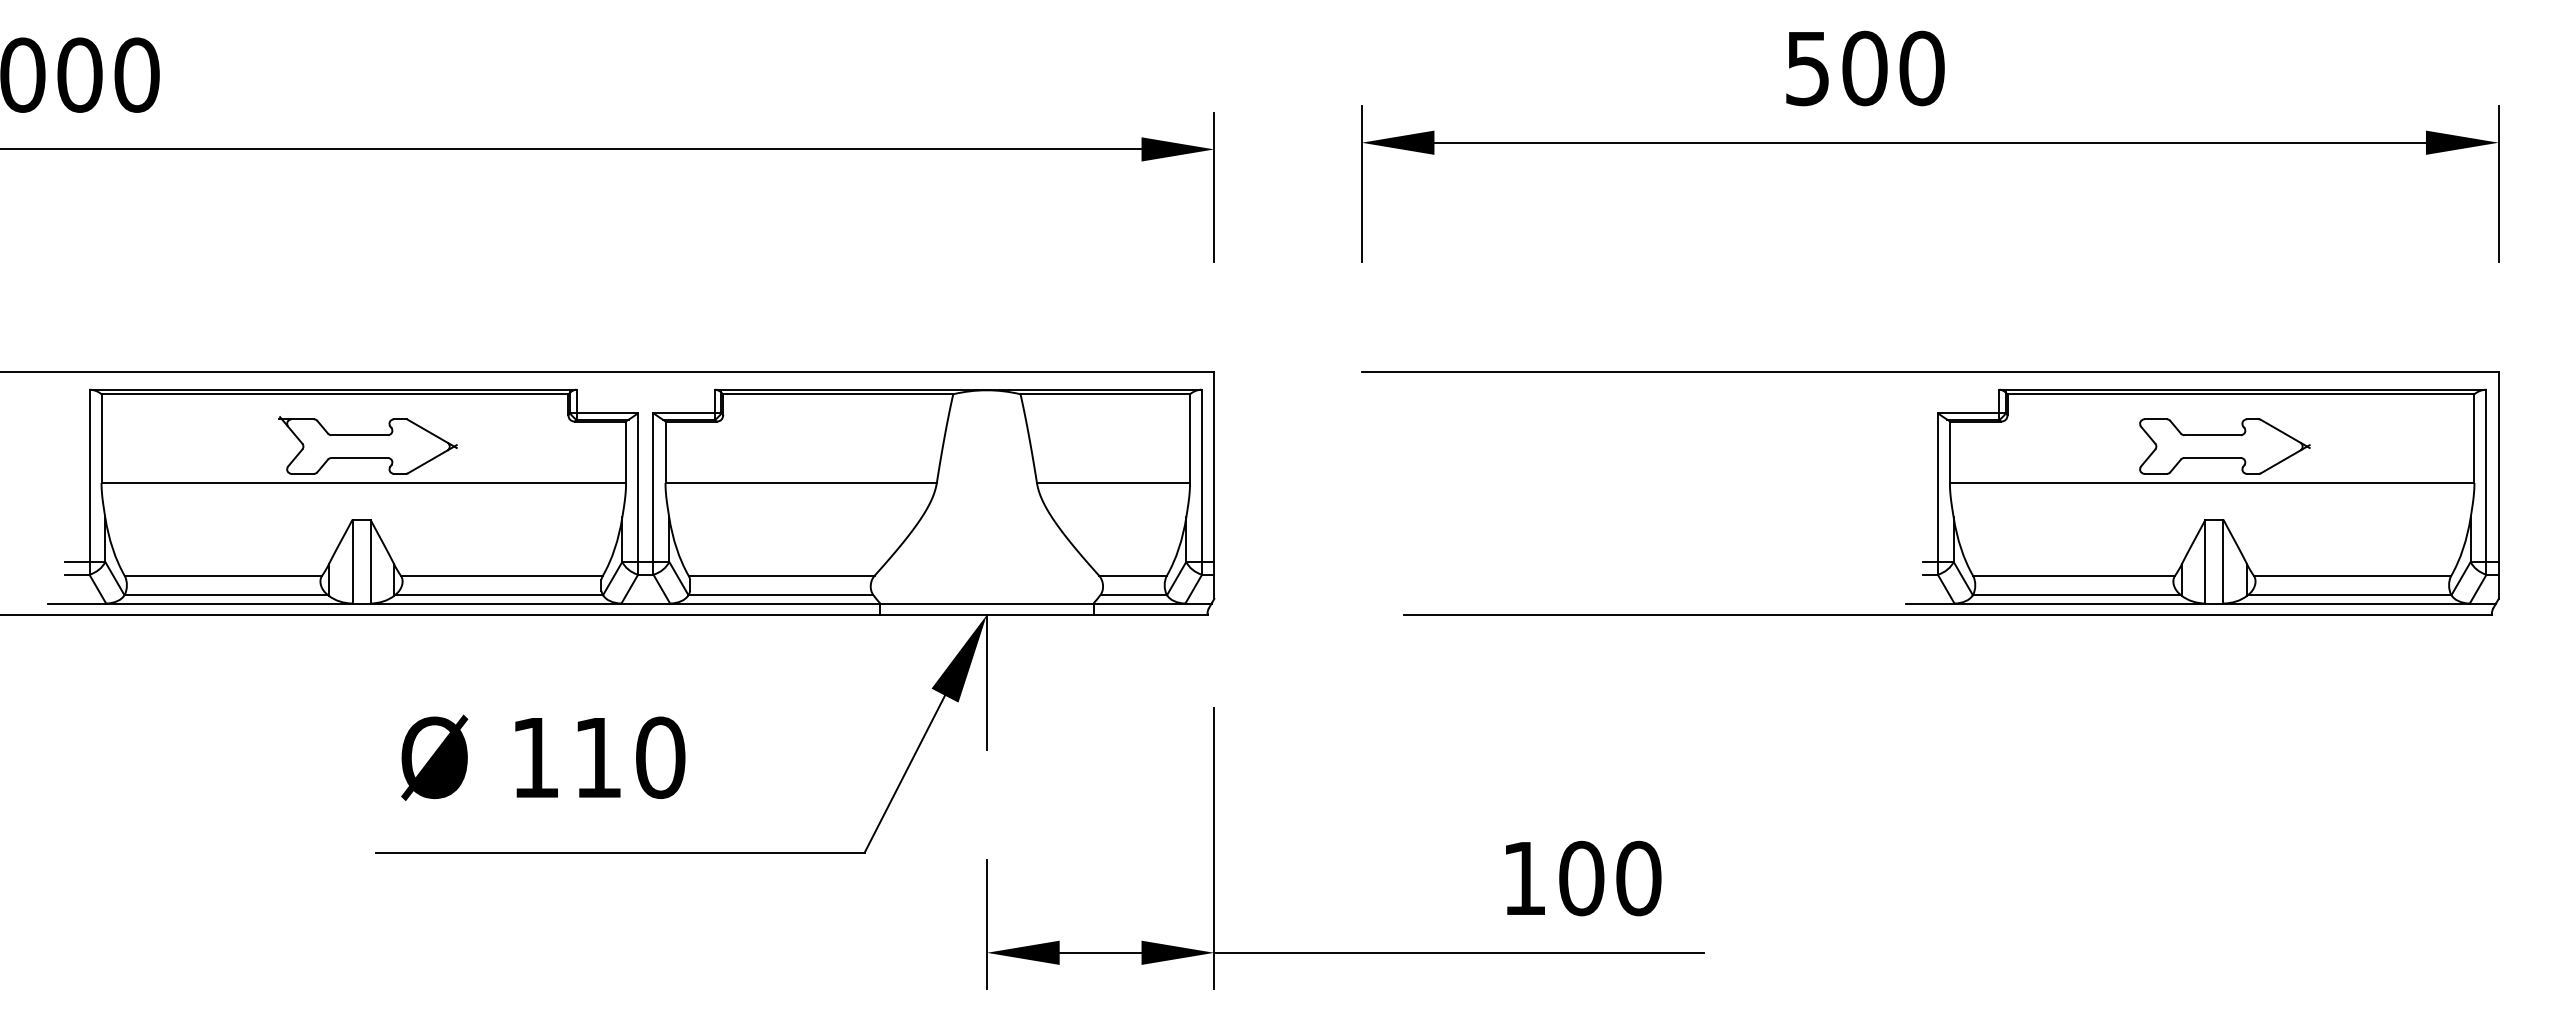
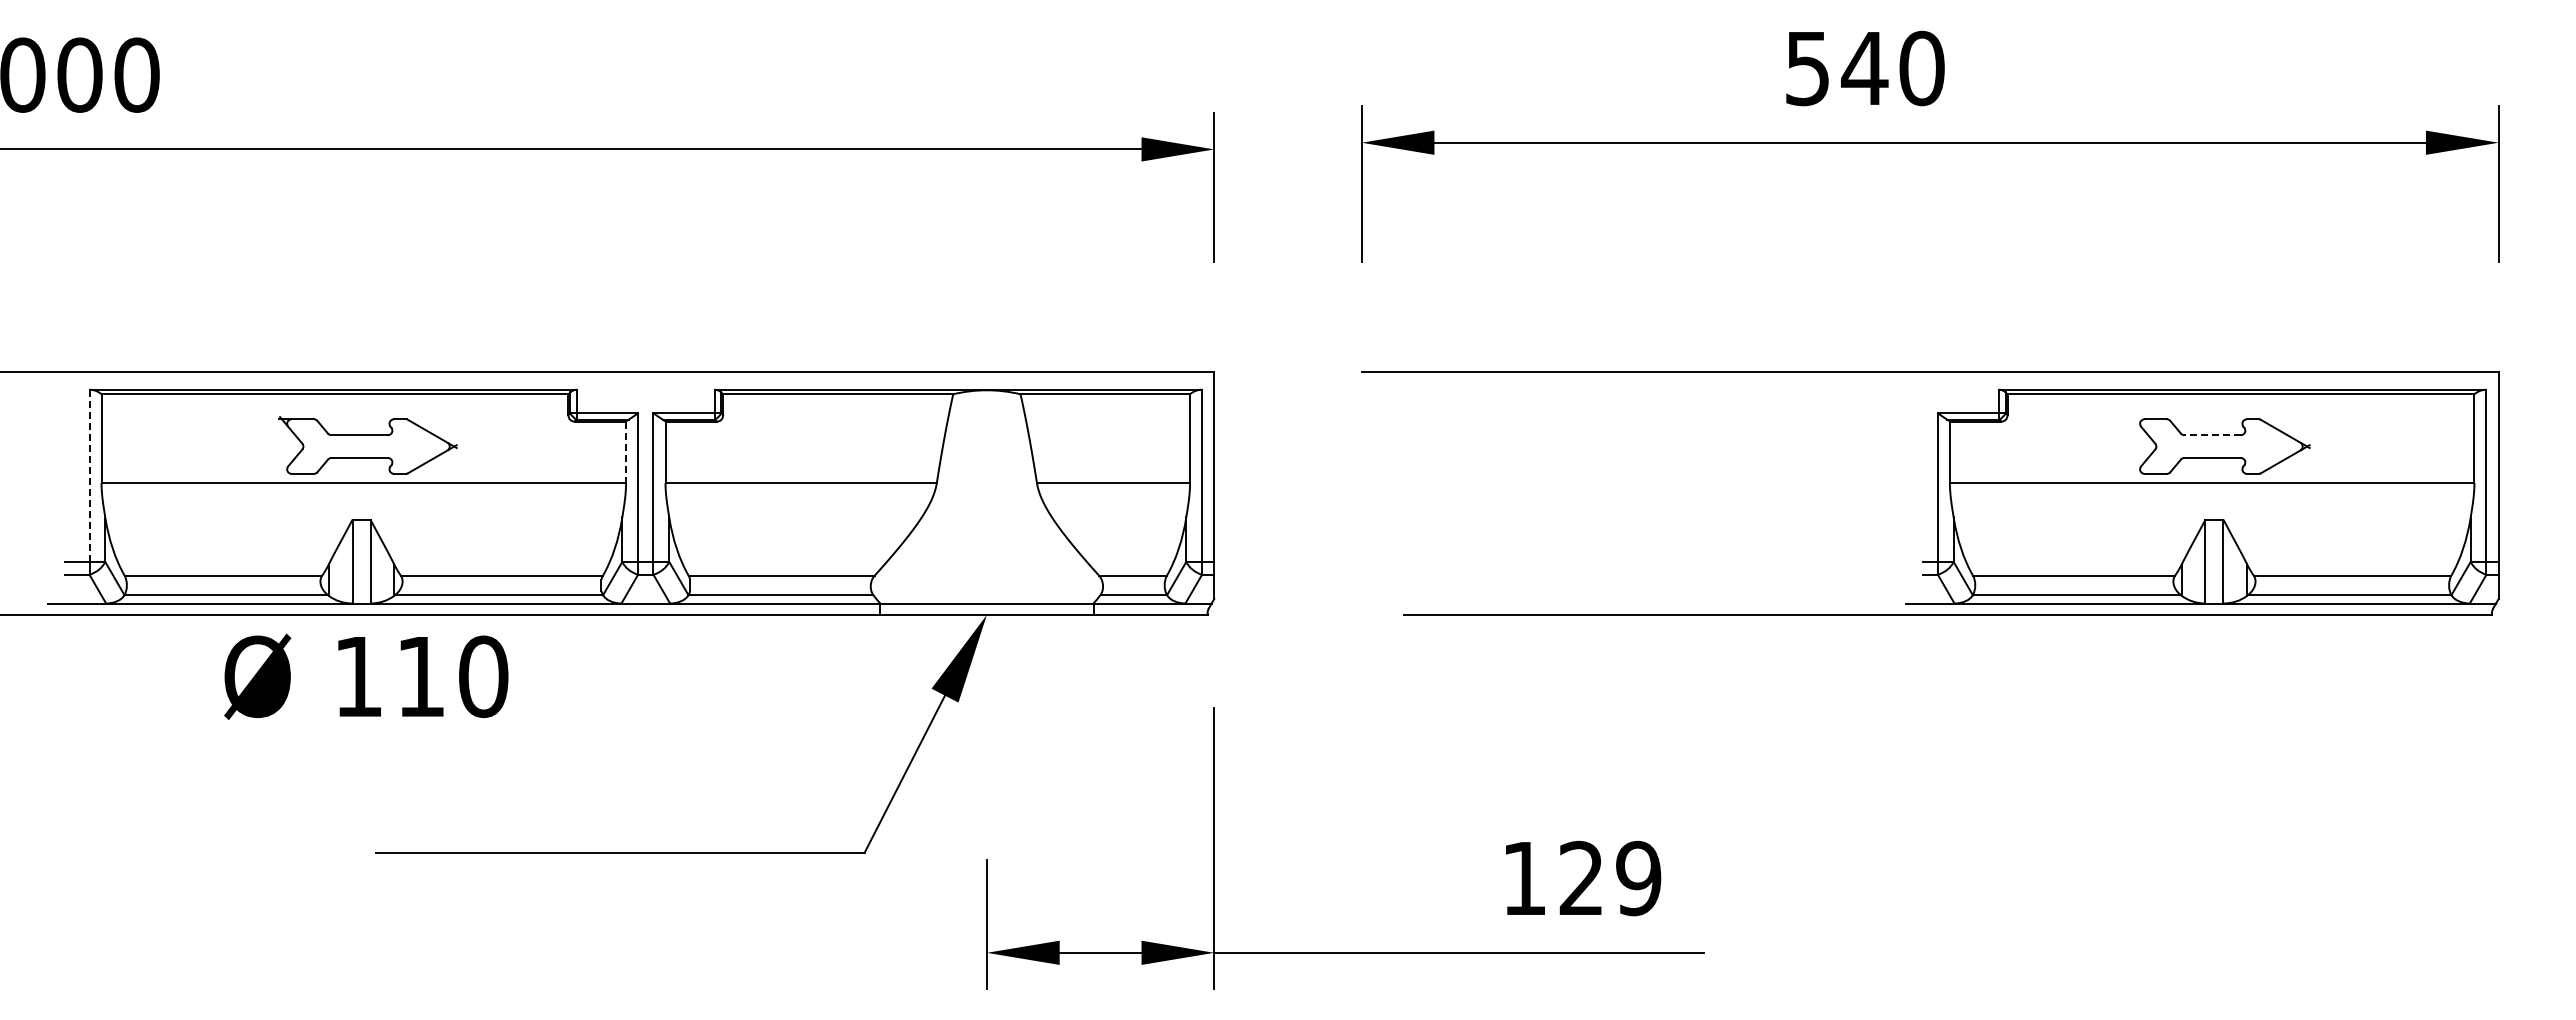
text at (1864, 68): 500 -> 540
line at (2212, 435): solid -> dashed
line at (626, 452): solid -> dashed
line at (89, 476): solid -> dashed
line at (986, 682): present -> none
text at (543, 757) position: (543, 757) -> (366, 676)
text at (1610, 878): 100 -> 129
